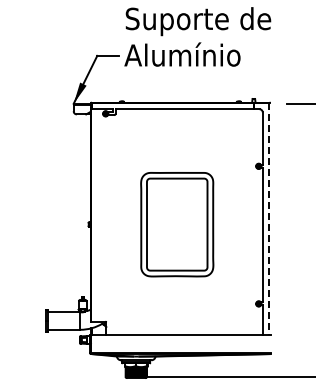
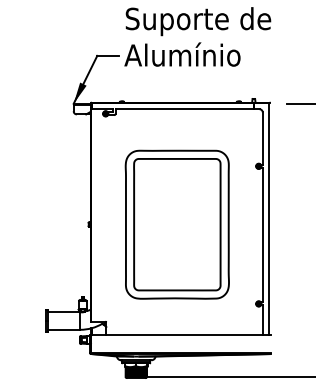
line at (269, 219): dashed -> solid
part at (177, 224) size: 75x106 px -> 106x151 px
